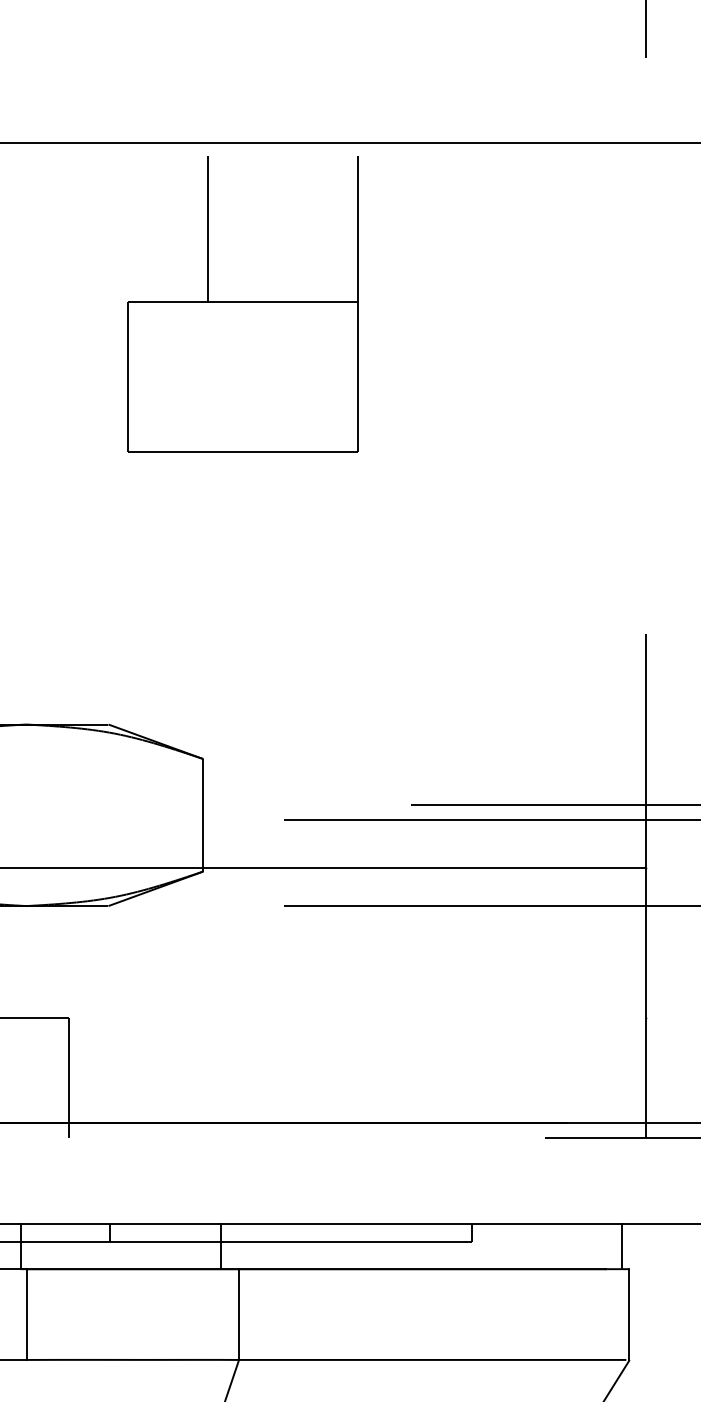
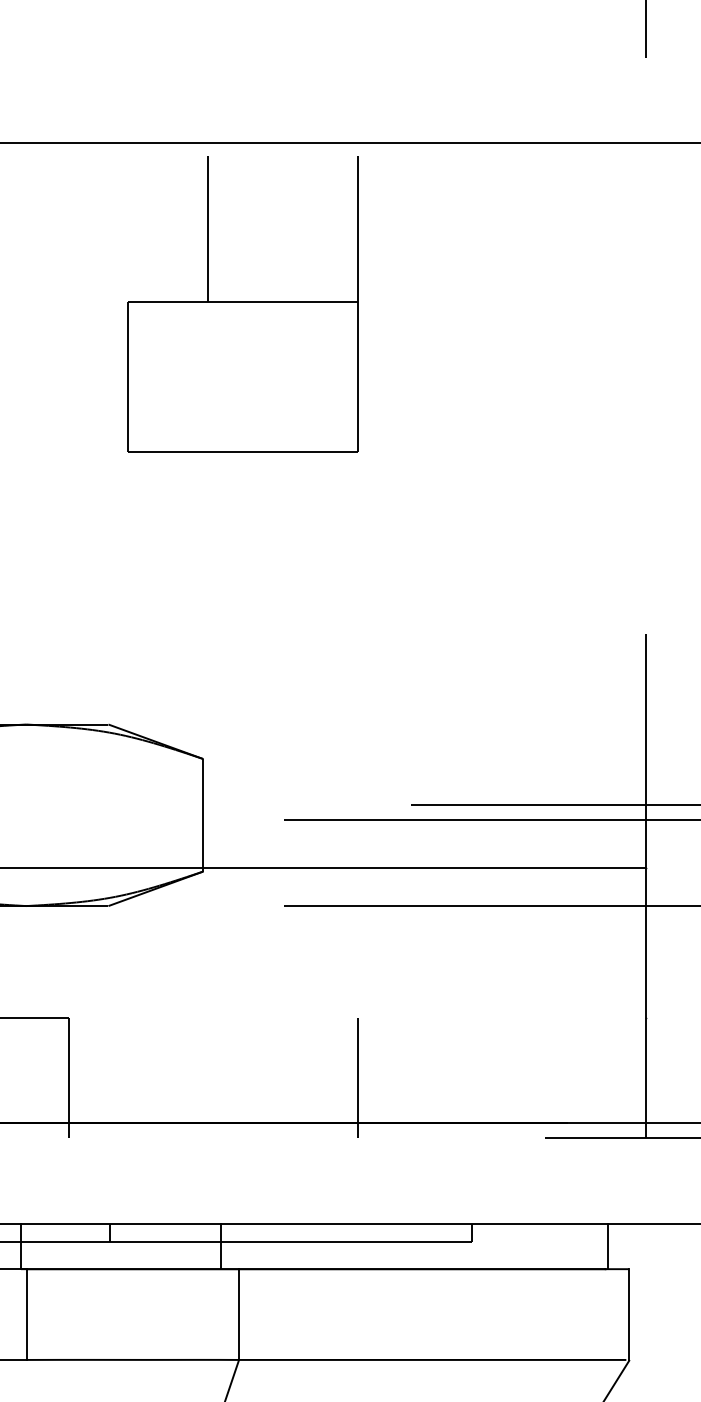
line at (357, 1077): none -> present
line at (621, 1246) position: (621, 1246) -> (607, 1246)
